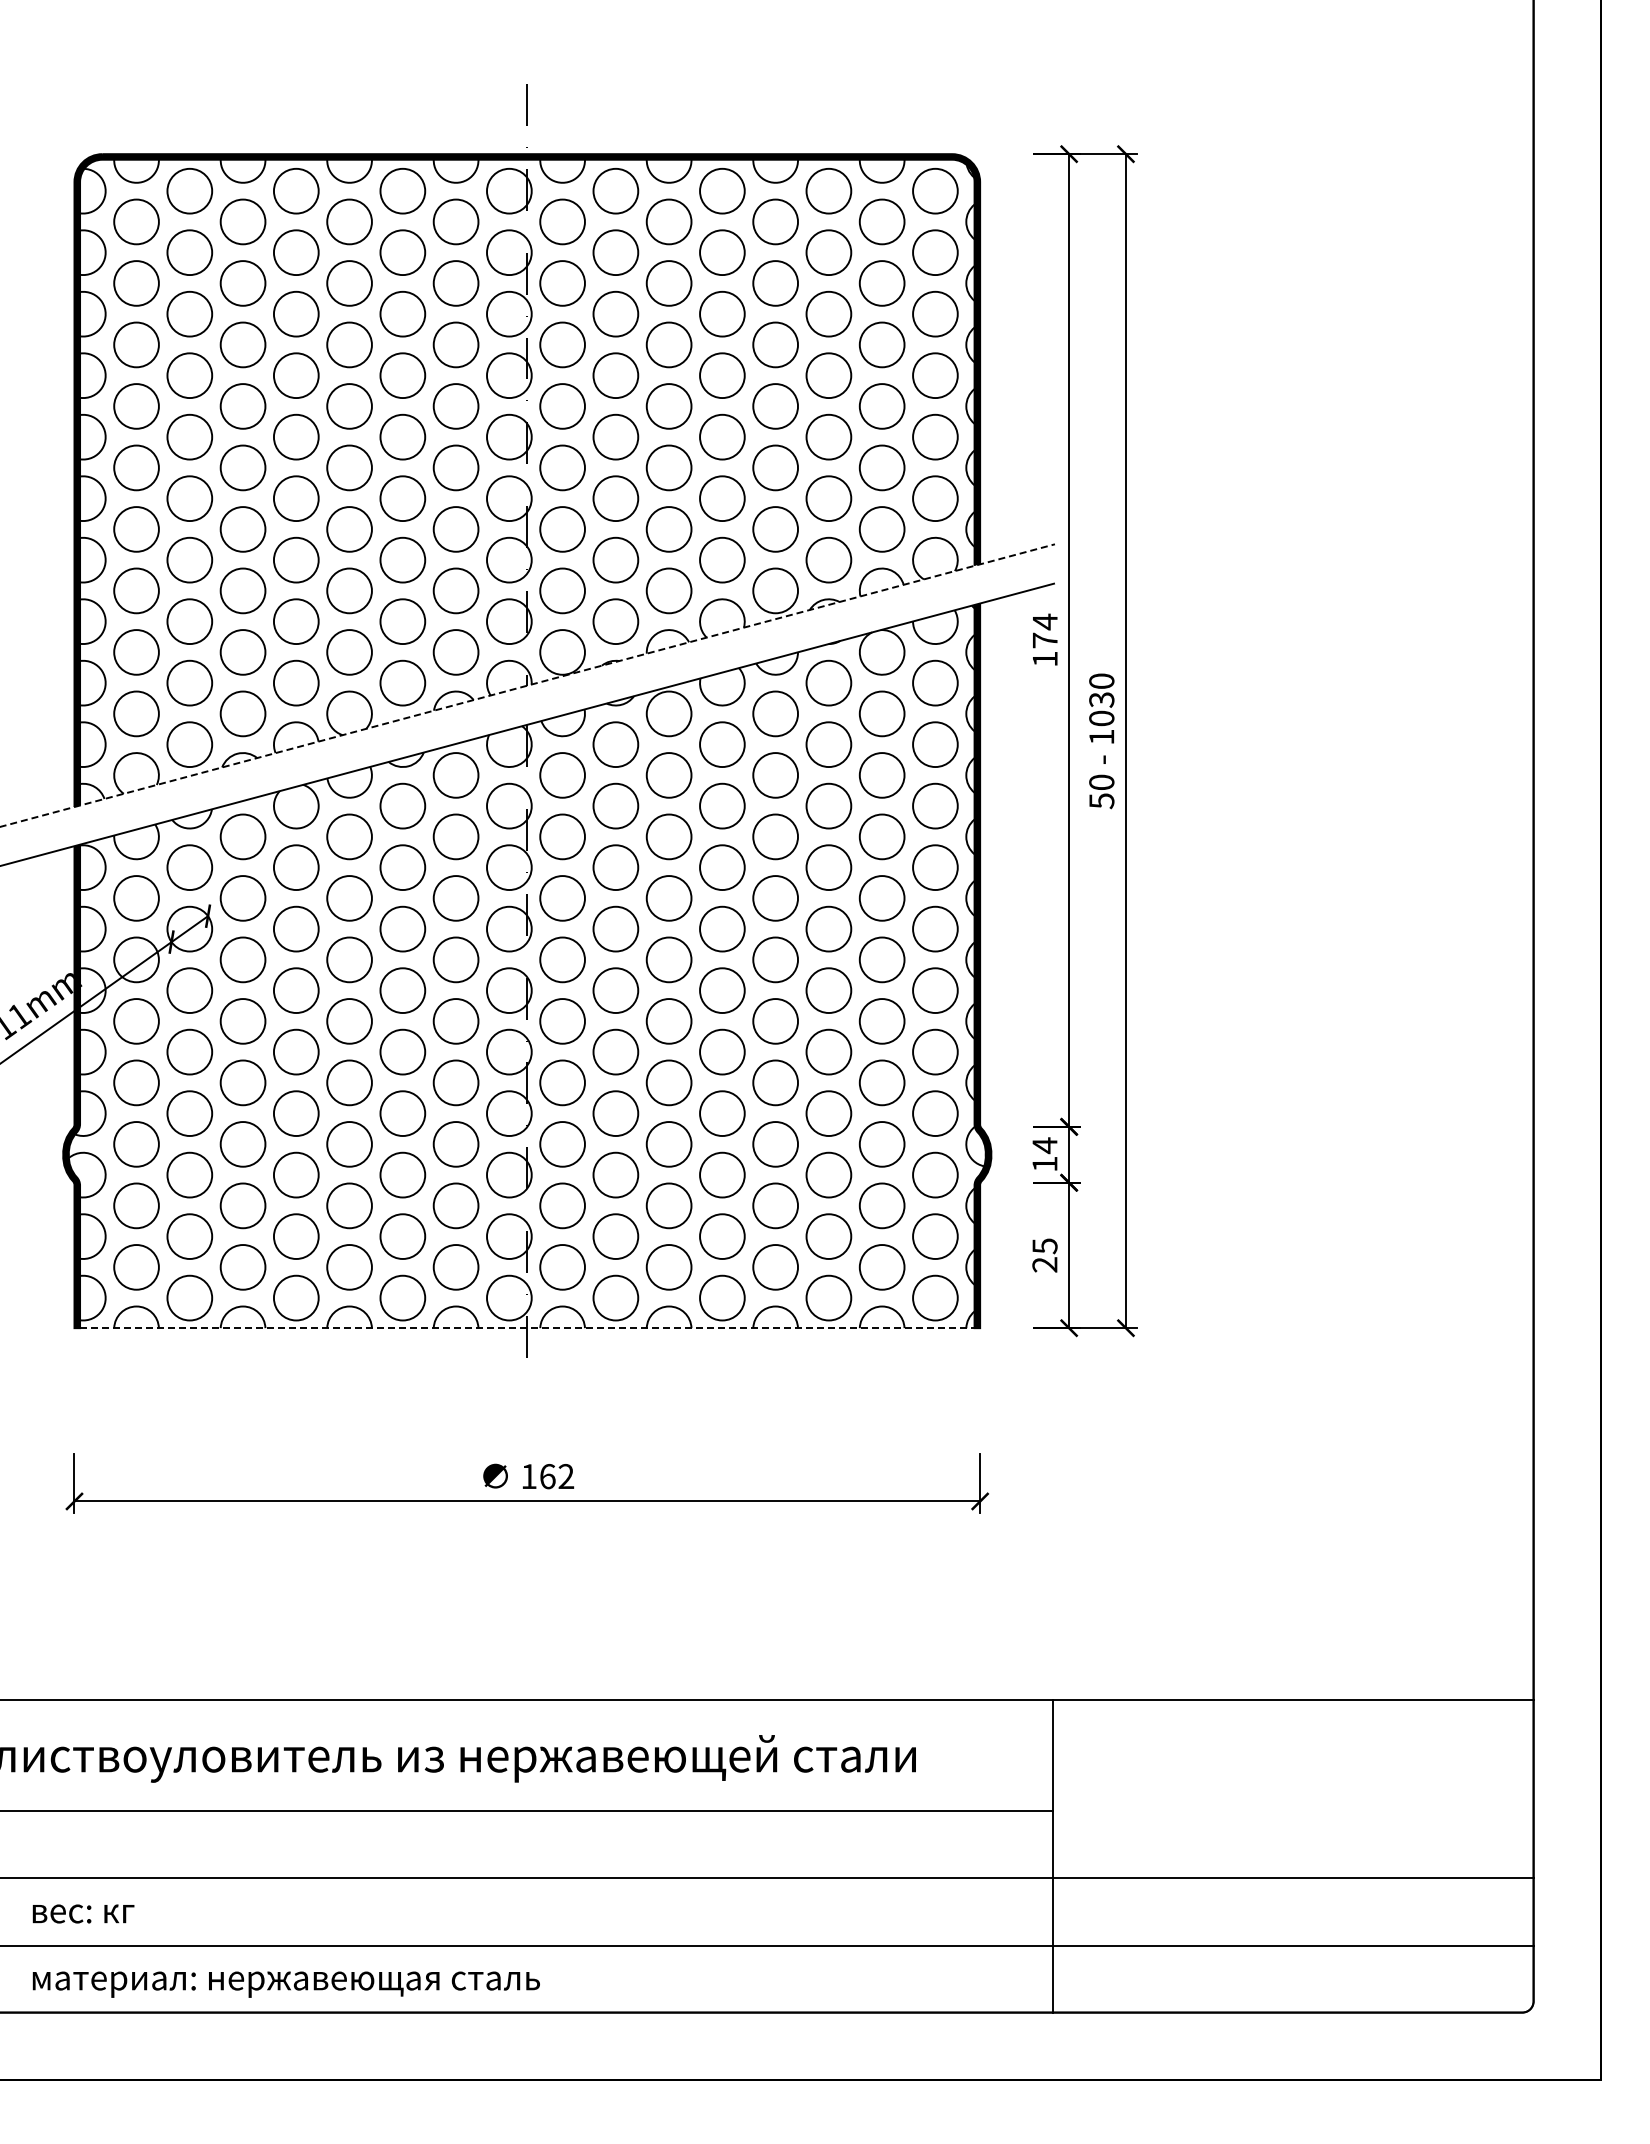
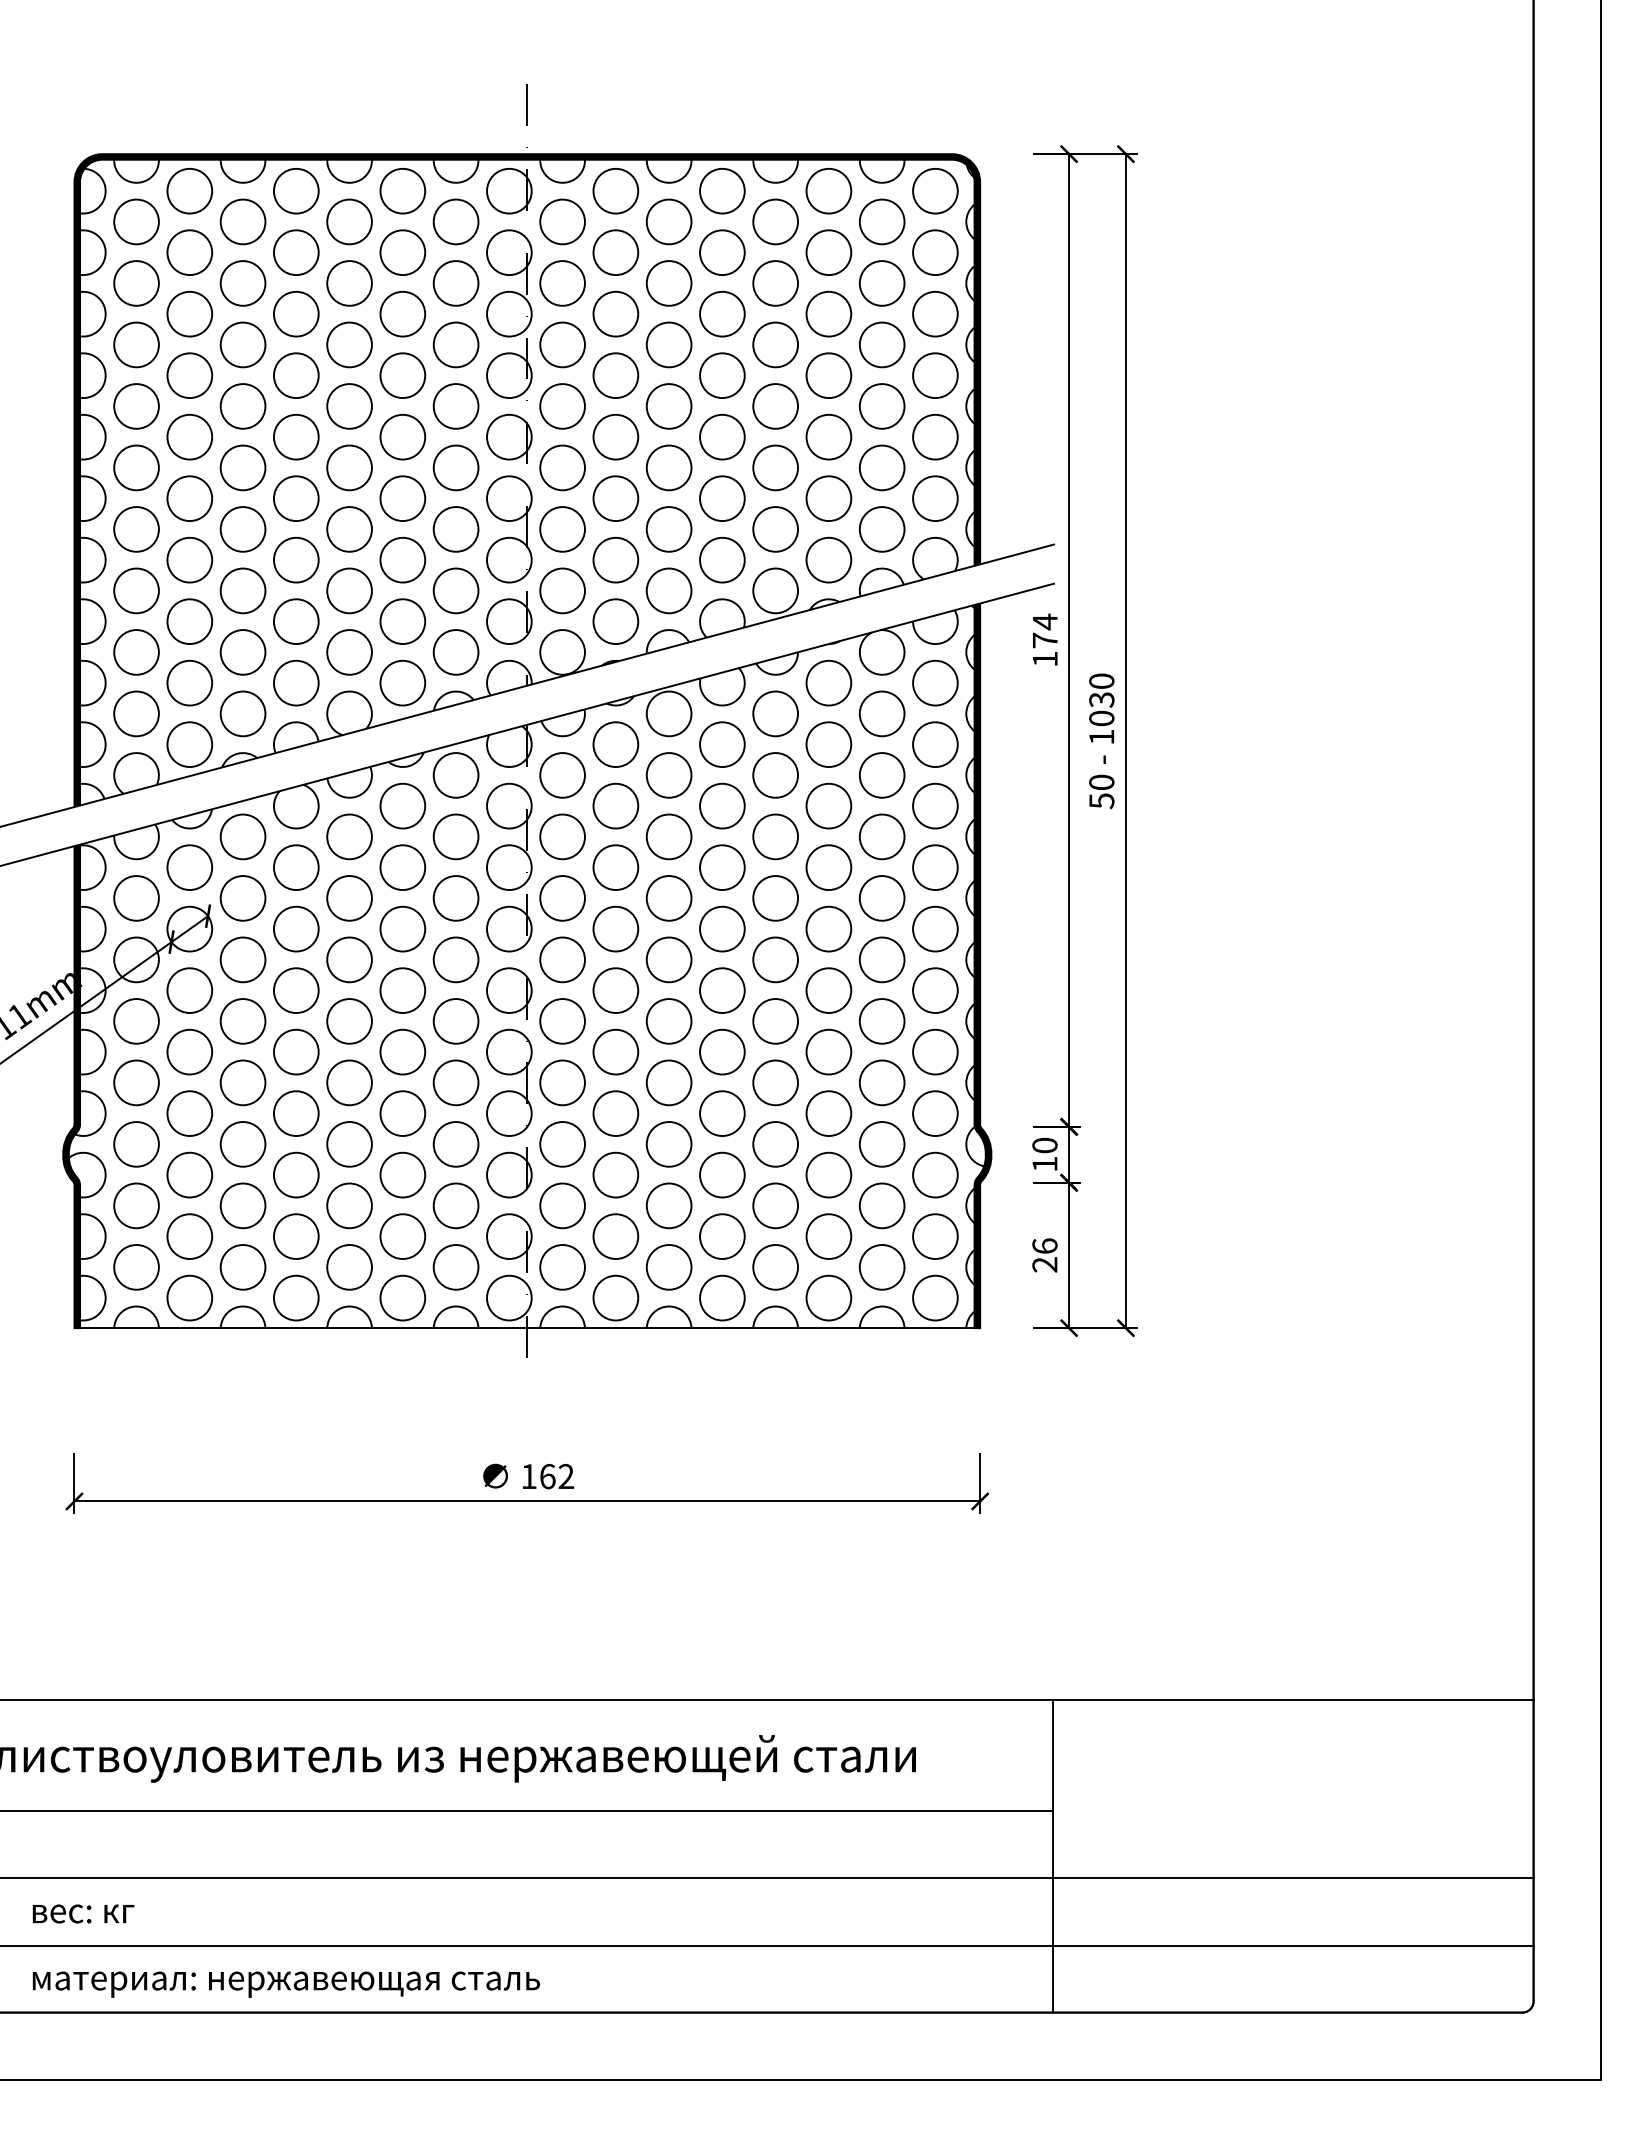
line at (527, 685): dashed -> solid
text at (1044, 1145): 14 -> 10
text at (1044, 1246): 25 -> 26
line at (527, 1328): dashed -> solid
